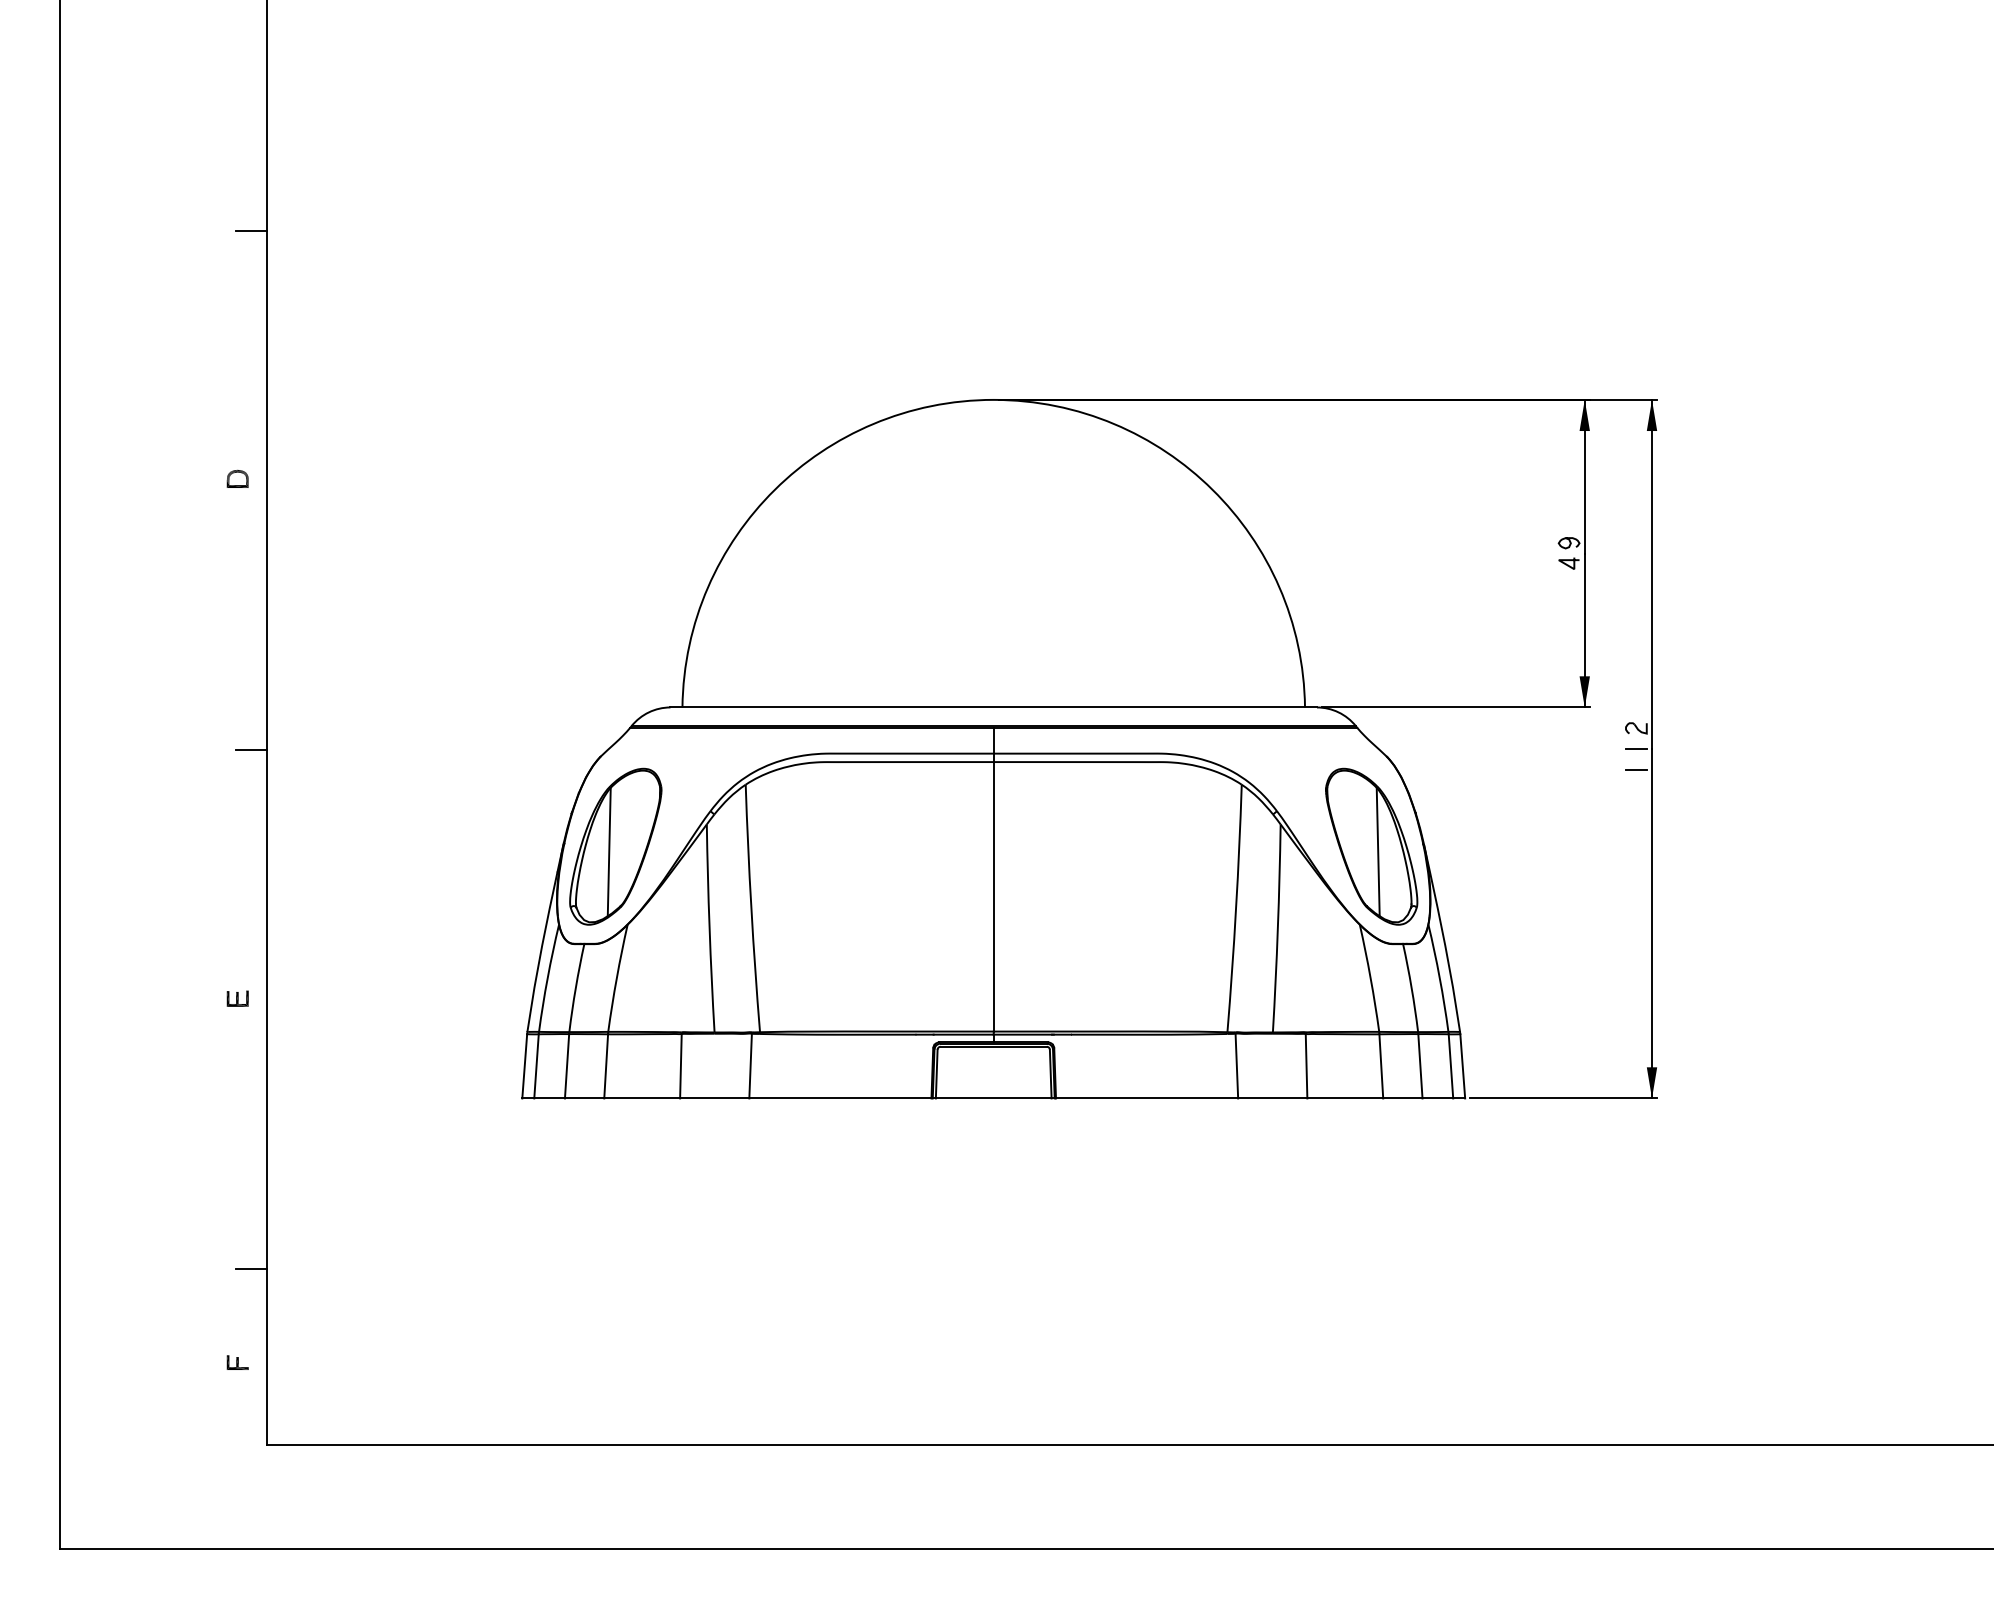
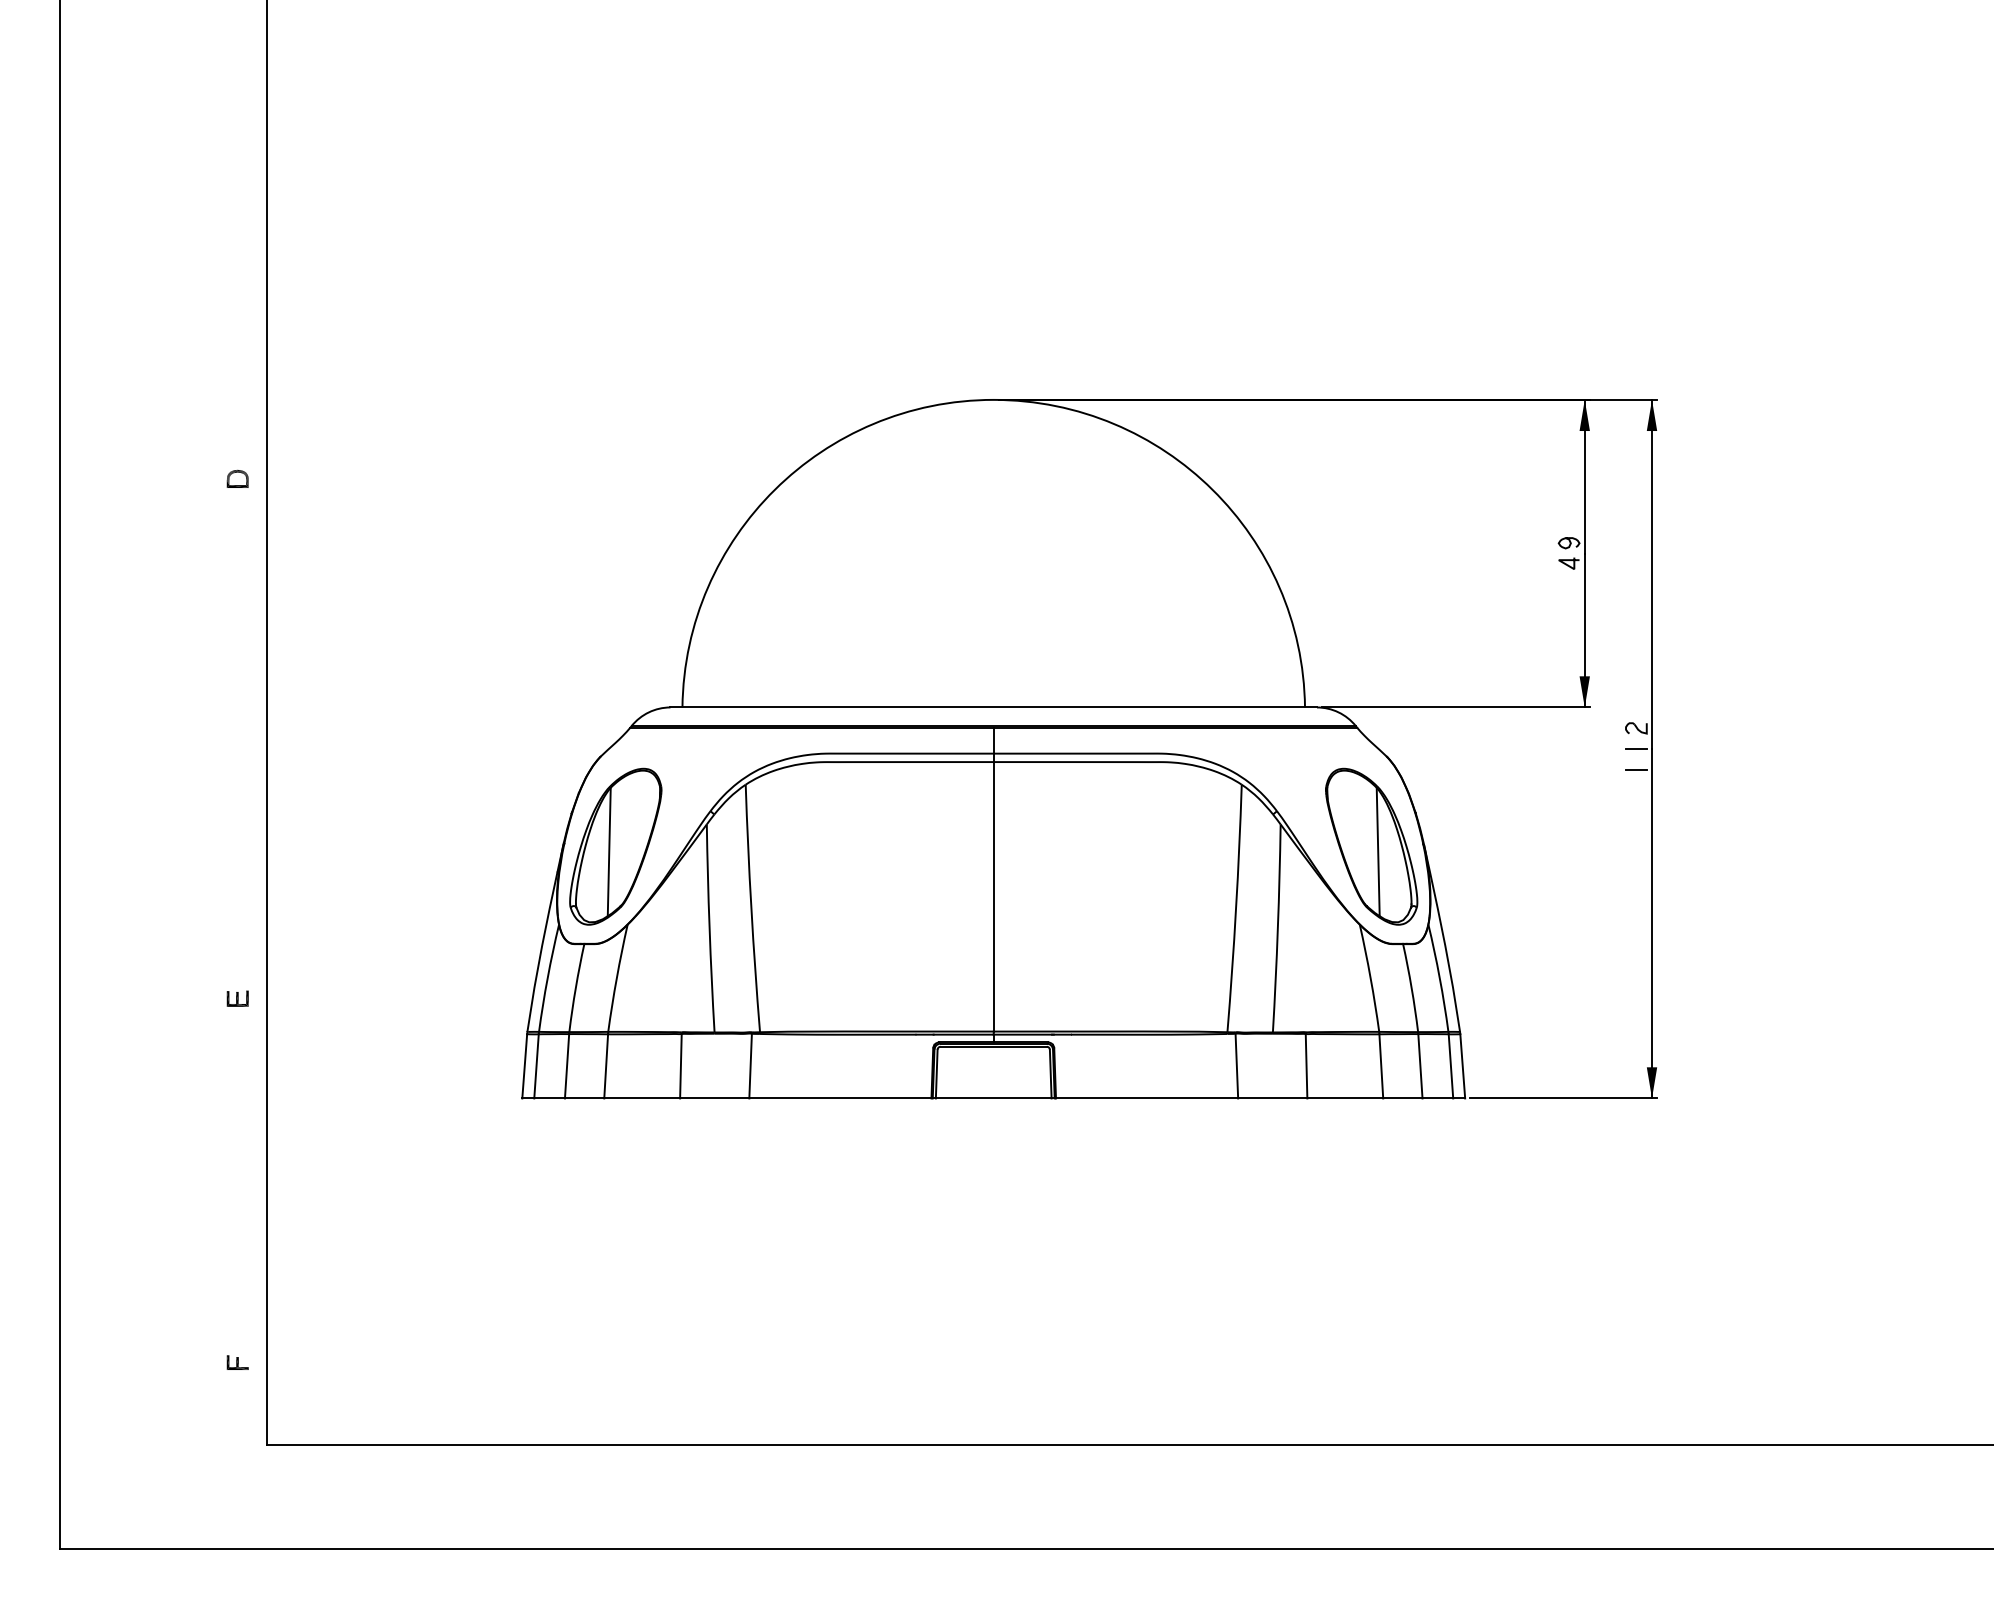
line at (251, 231): present -> none
line at (251, 749): present -> none
line at (251, 1268): present -> none
